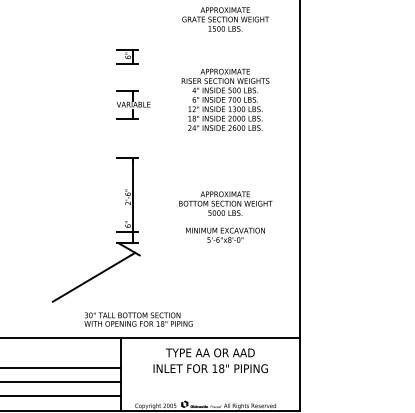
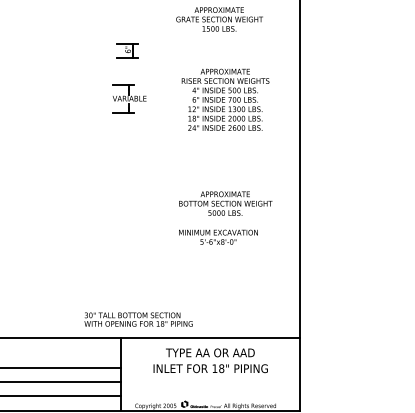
text at (225, 19) position: (225, 19) -> (219, 19)
part at (127, 56) position: (127, 56) -> (127, 50)
part at (133, 104) position: (133, 104) -> (129, 98)
part at (116, 231): present -> none
text at (225, 234) position: (225, 234) -> (218, 236)
